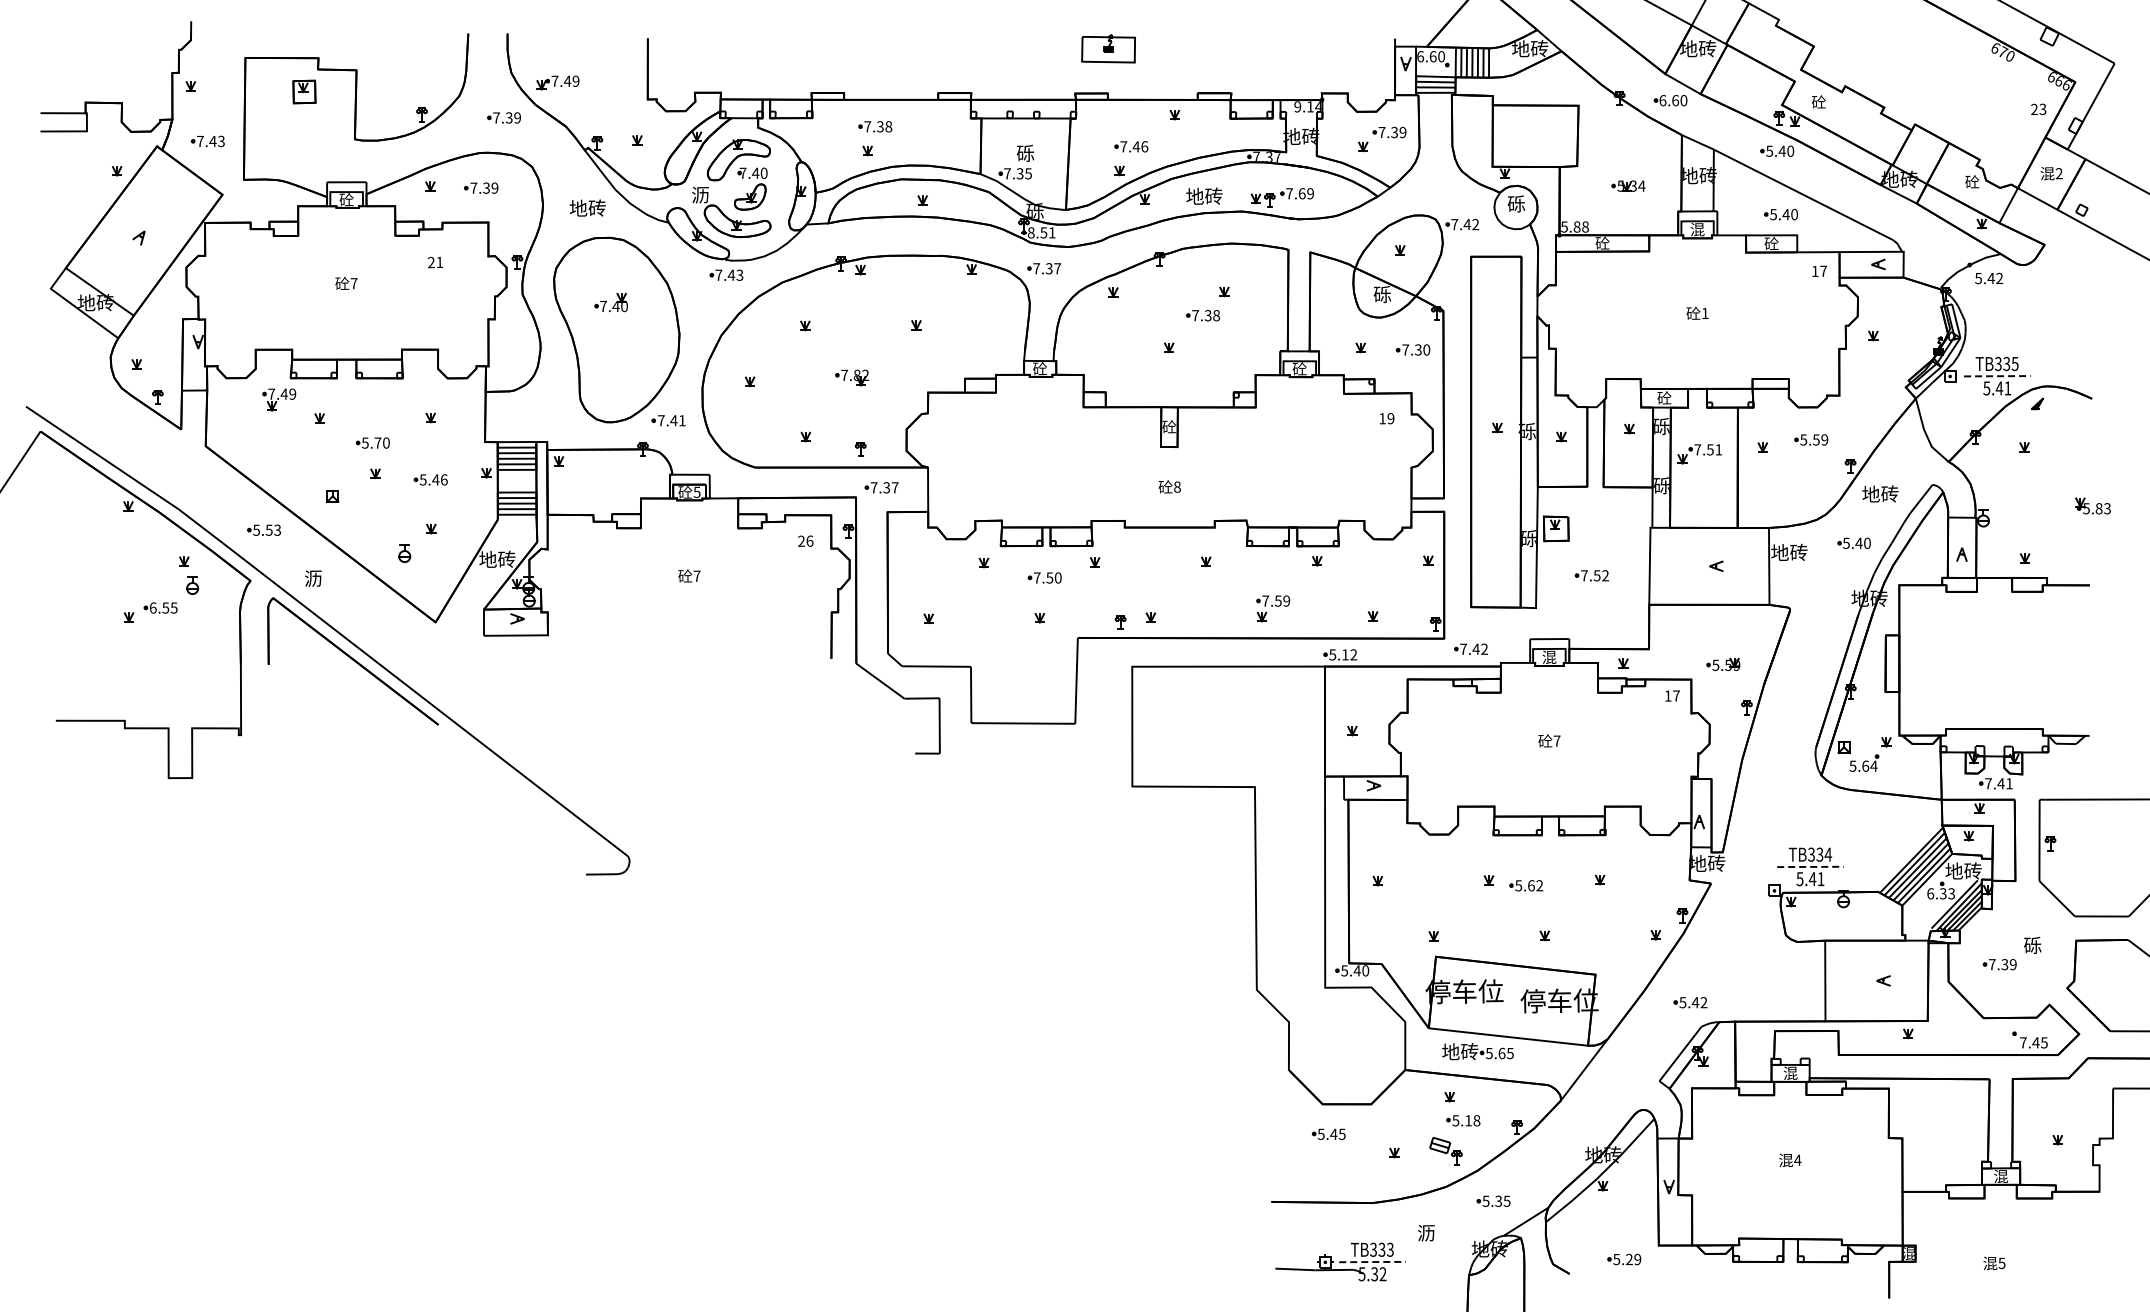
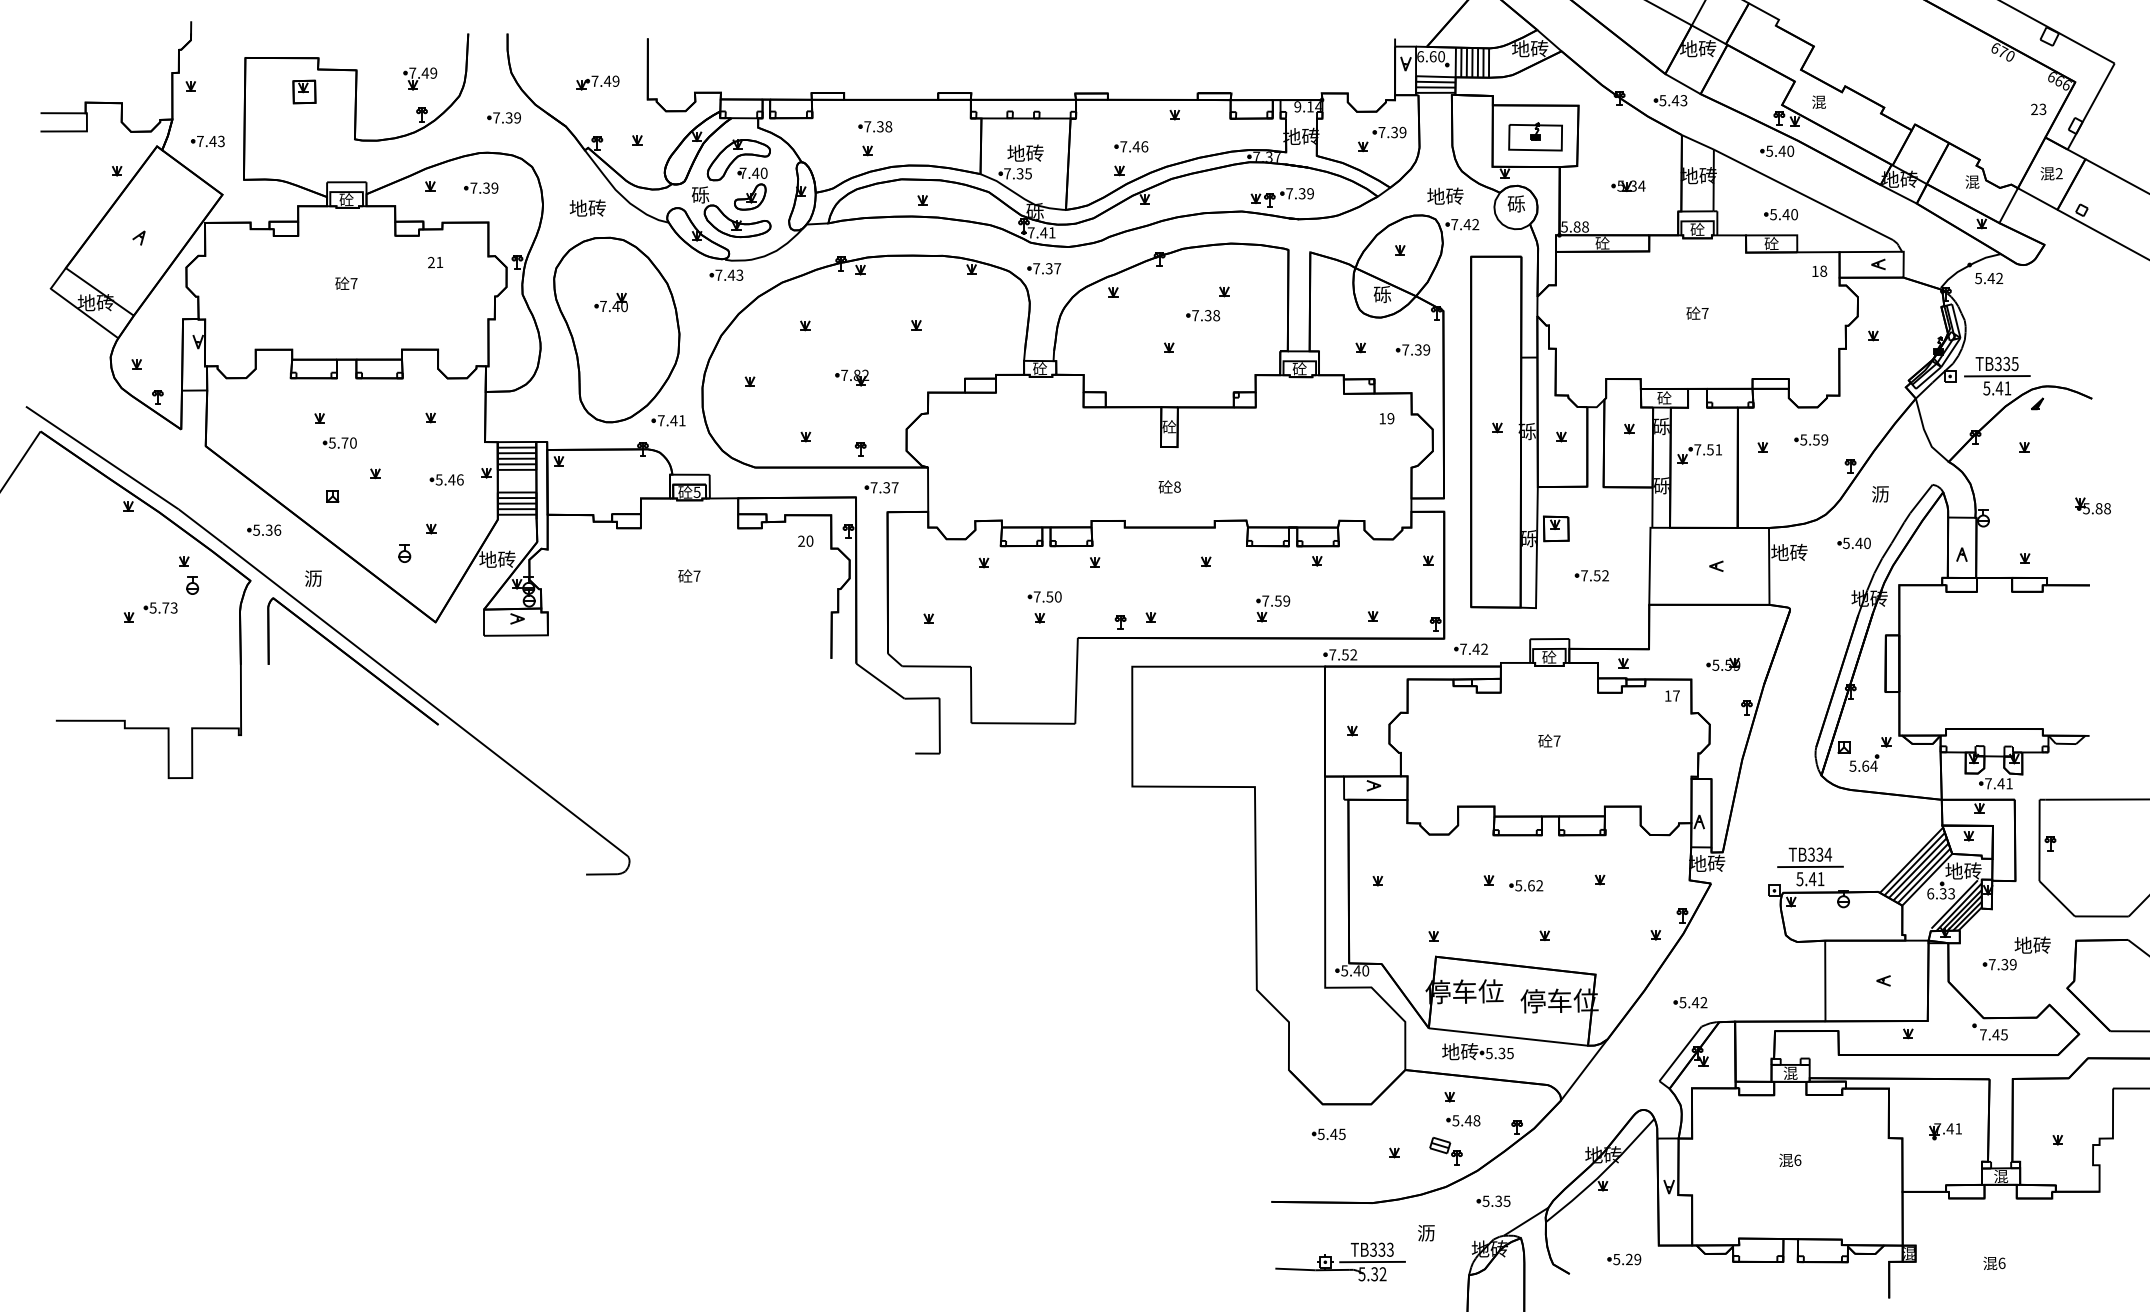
part at (1108, 48) position: (1108, 48) -> (1535, 136)
part at (557, 82) position: (557, 82) -> (597, 82)
text at (1673, 100): 6.60 -> 5.43
text at (1818, 101): 砼 -> 混
text at (1025, 152): 砾 -> 地砖
text at (1972, 181): 砼 -> 混
text at (1301, 193): 7.69 -> 7.39
text at (700, 194): 沥 -> 砾
text at (1204, 195) position: (1204, 195) -> (1445, 195)
text at (1697, 229): 混 -> 砼
text at (1037, 232): 8.51 -> 7.41
text at (1823, 270): 17 -> 18
text at (1704, 313): 1 -> 7
text at (1426, 349): 7.30 -> 7.39
line at (1997, 376): dashed -> solid
part at (279, 399) position: (279, 399) -> (420, 78)
part at (372, 442) position: (372, 442) -> (339, 442)
part at (430, 479) position: (430, 479) -> (446, 479)
text at (1880, 493): 地砖 -> 沥
text at (2107, 508): 5.83 -> 5.88
text at (273, 529): 5.53 -> 5.36
text at (809, 540): 26 -> 20
part at (1044, 577) position: (1044, 577) -> (1044, 596)
text at (163, 607): 6.55 -> 5.73
text at (1338, 654): 5.12 -> 7.52
text at (1549, 656): 混 -> 砼
line at (1811, 866): dashed -> solid
text at (2032, 944): 砾 -> 地砖
part at (2029, 1039) position: (2029, 1039) -> (1989, 1031)
text at (1501, 1053): 5.65 -> 5.35
text at (1468, 1120): 5.18 -> 5.48
part at (1945, 1131): none -> present
text at (1797, 1160): 4 -> 6
line at (1373, 1262): dashed -> solid
text at (2001, 1262): 5 -> 6
